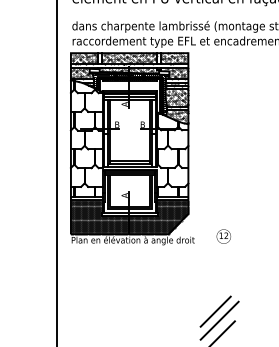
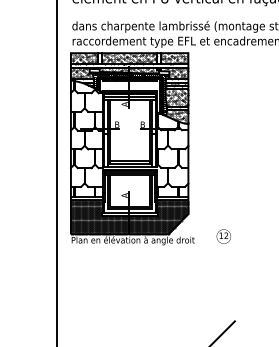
part at (219, 317): present -> none
